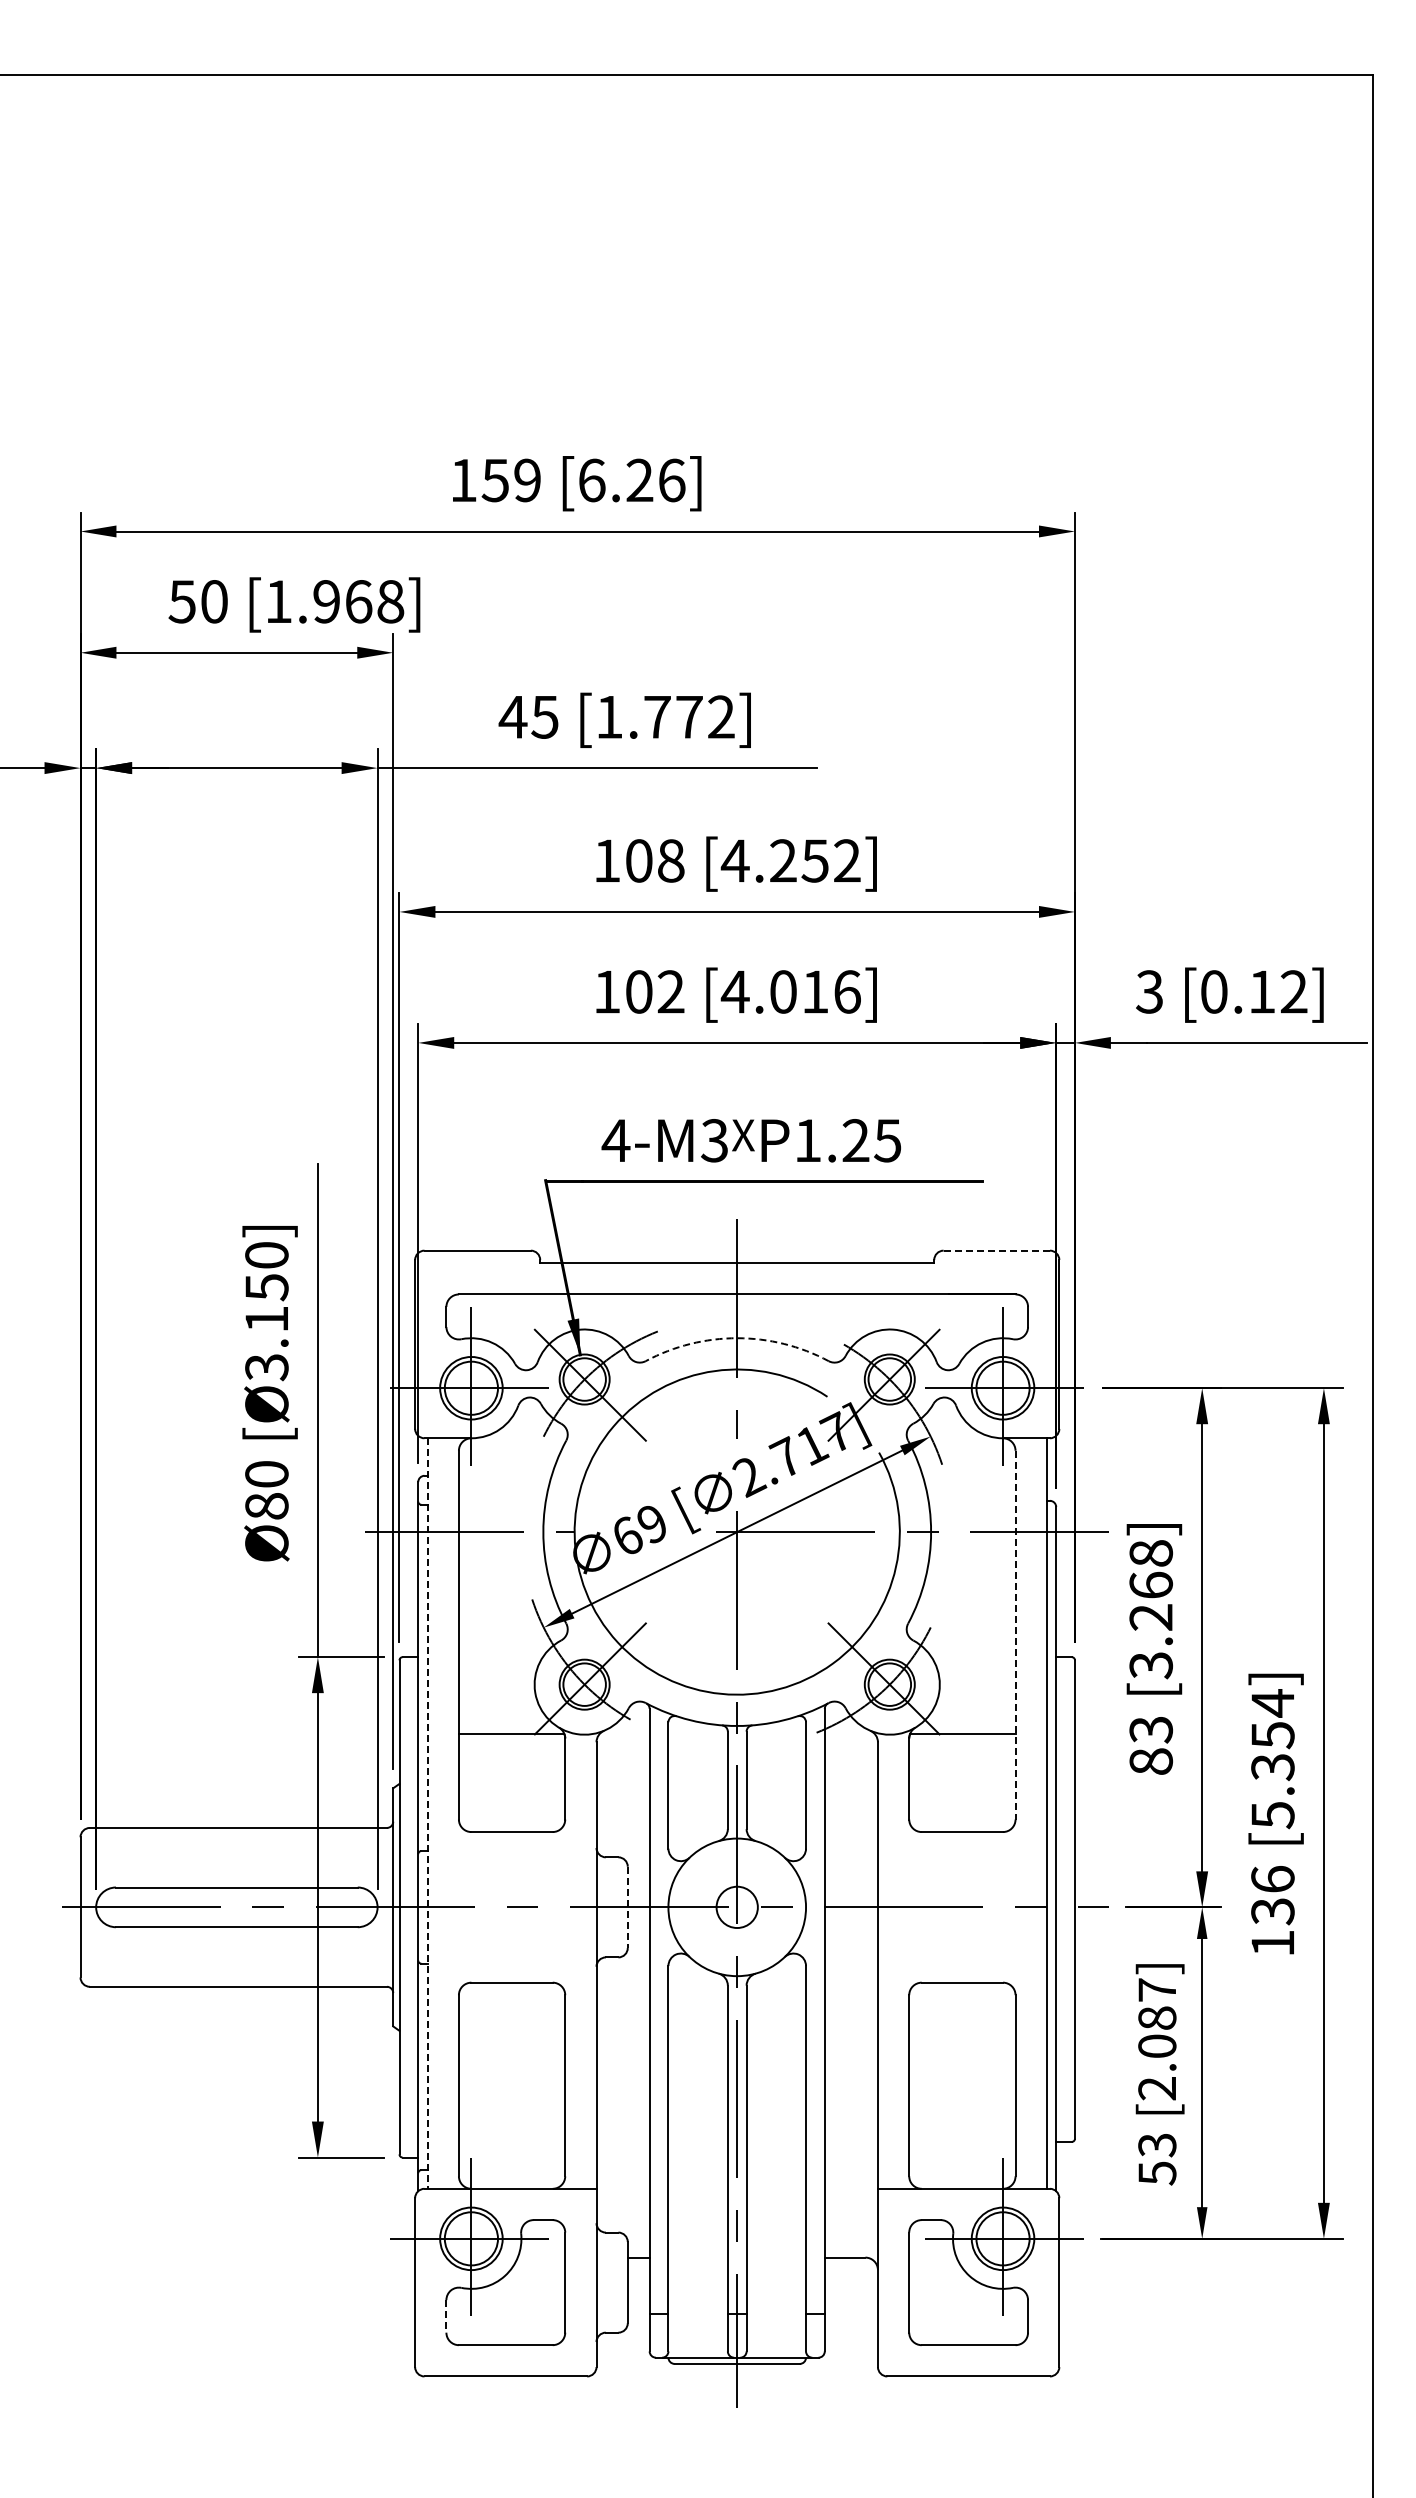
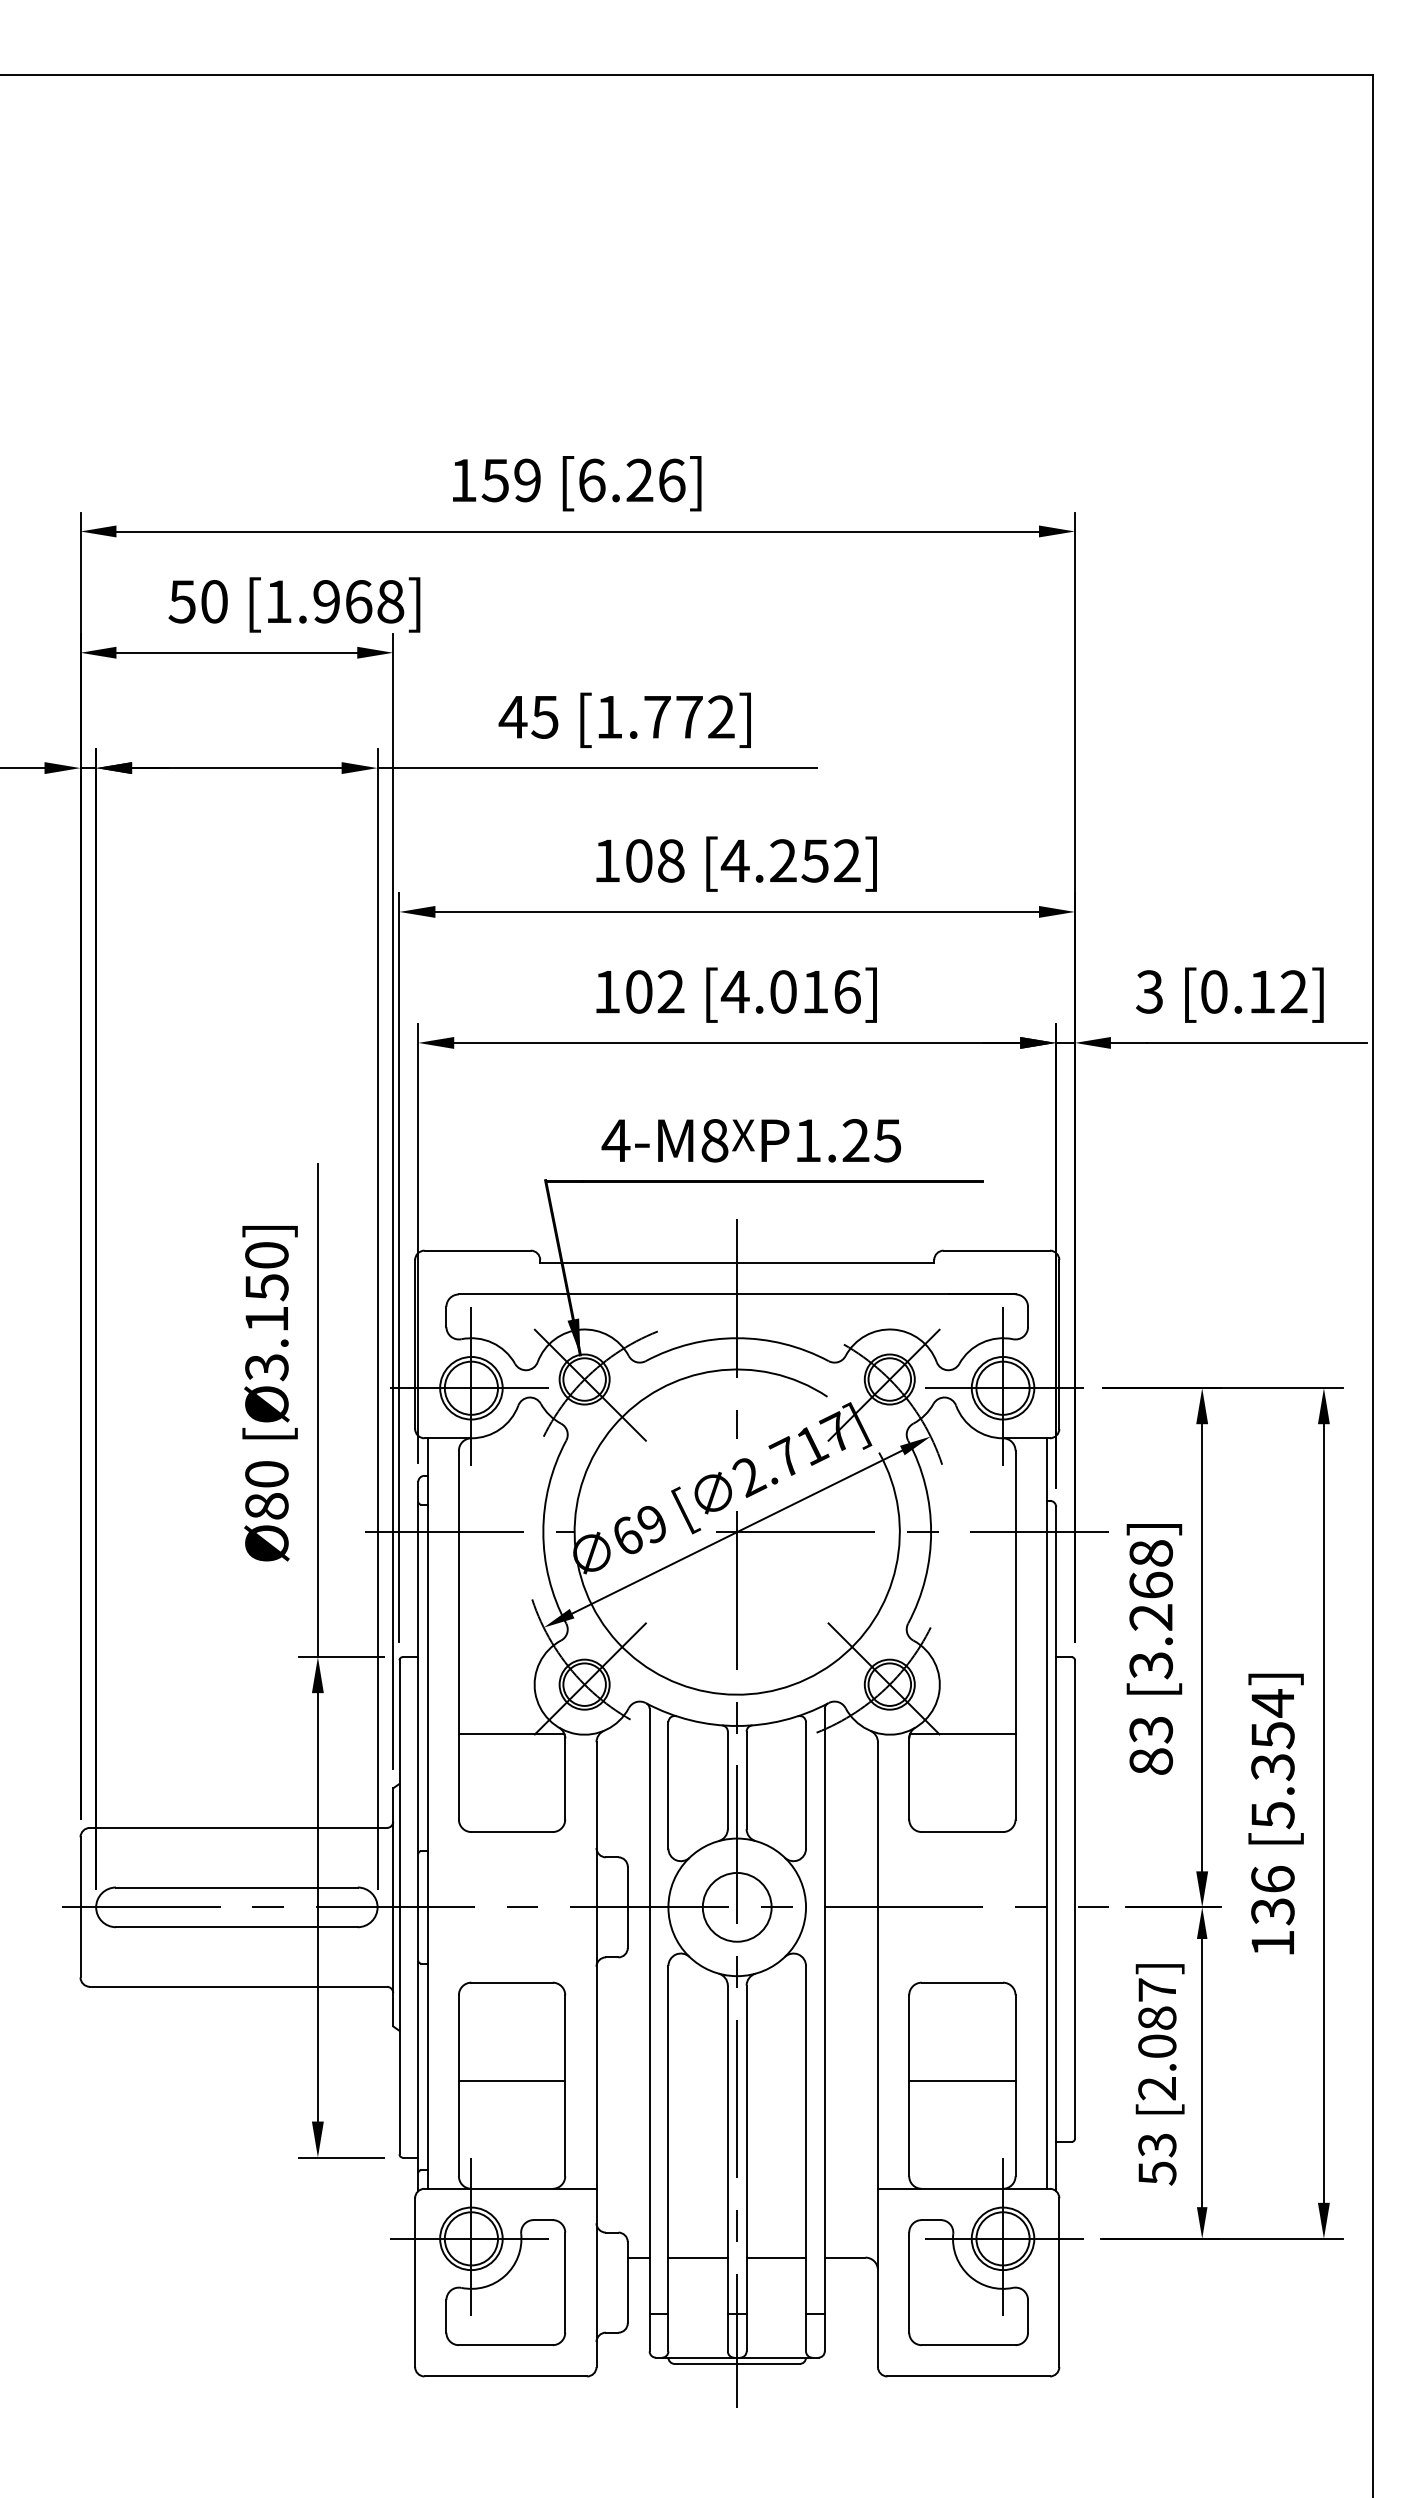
text at (714, 1140): 4-M3 -> 4-M8
line at (997, 1250): dashed -> solid
arc at (737, 1338): dashed -> solid
line at (1015, 1635): dashed -> solid
line at (427, 1814): dashed -> solid
line at (627, 1907): dashed -> solid
circle at (736, 1907) diameter: 41 px -> 69 px
line at (511, 2081): none -> present
line at (962, 2081): none -> present
line at (697, 2257): none -> present
line at (776, 2257): none -> present
line at (446, 2316): dashed -> solid
